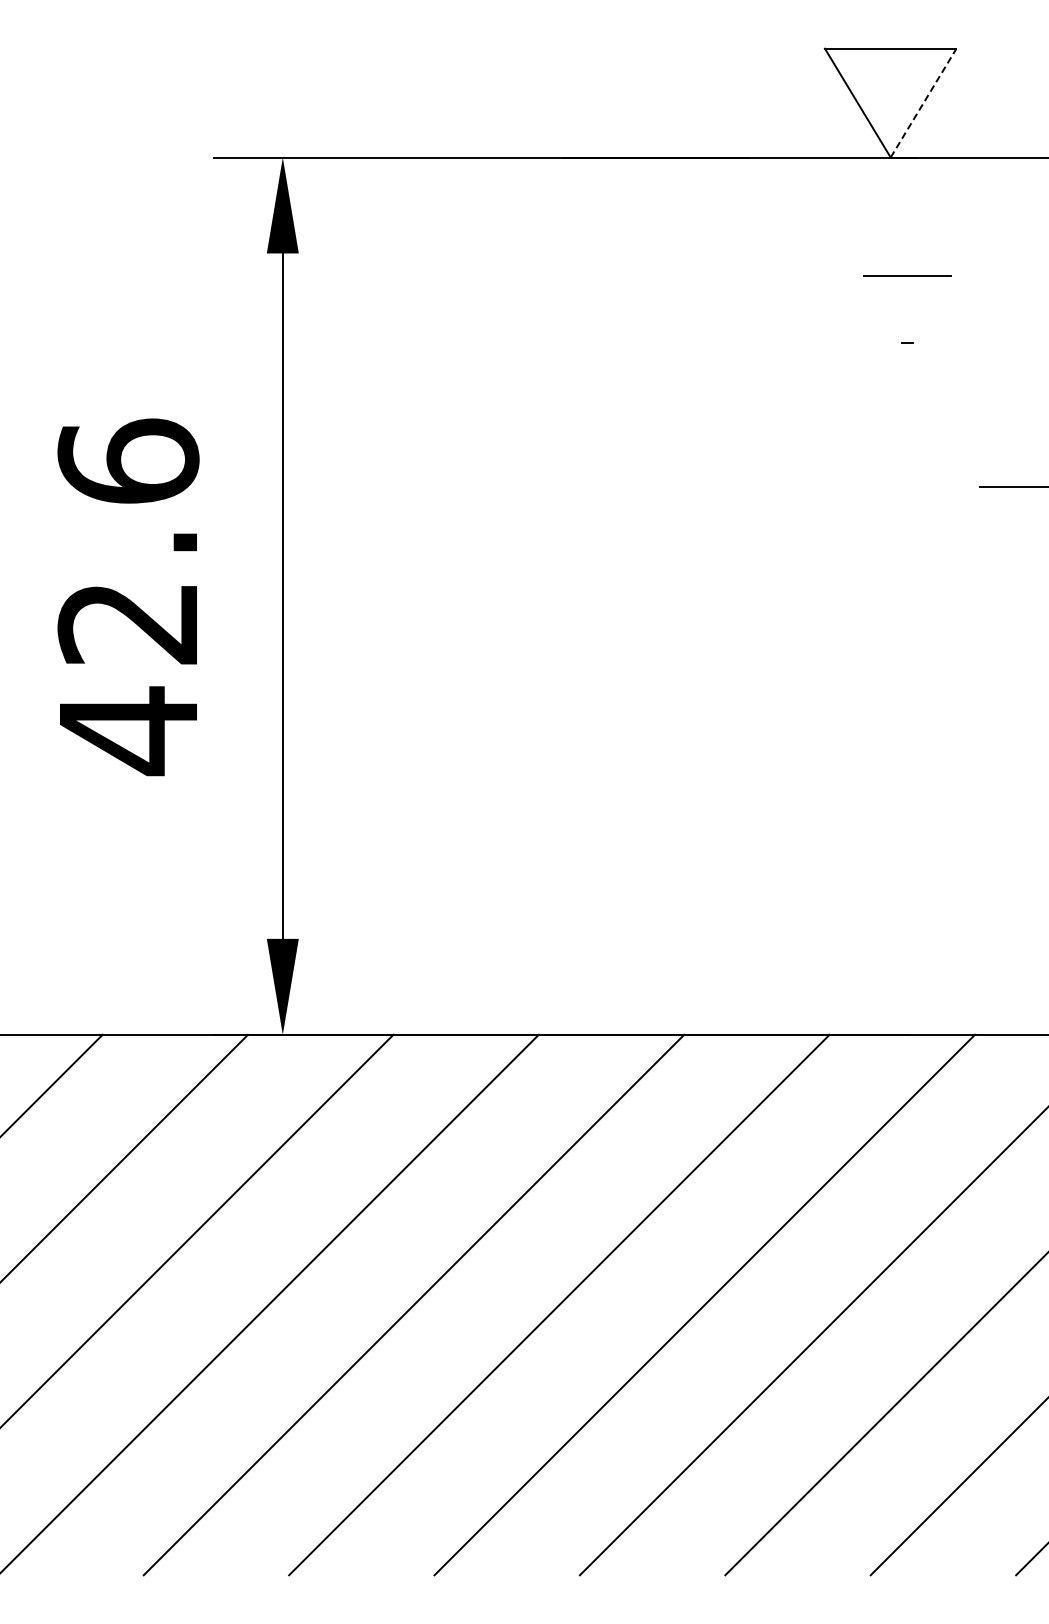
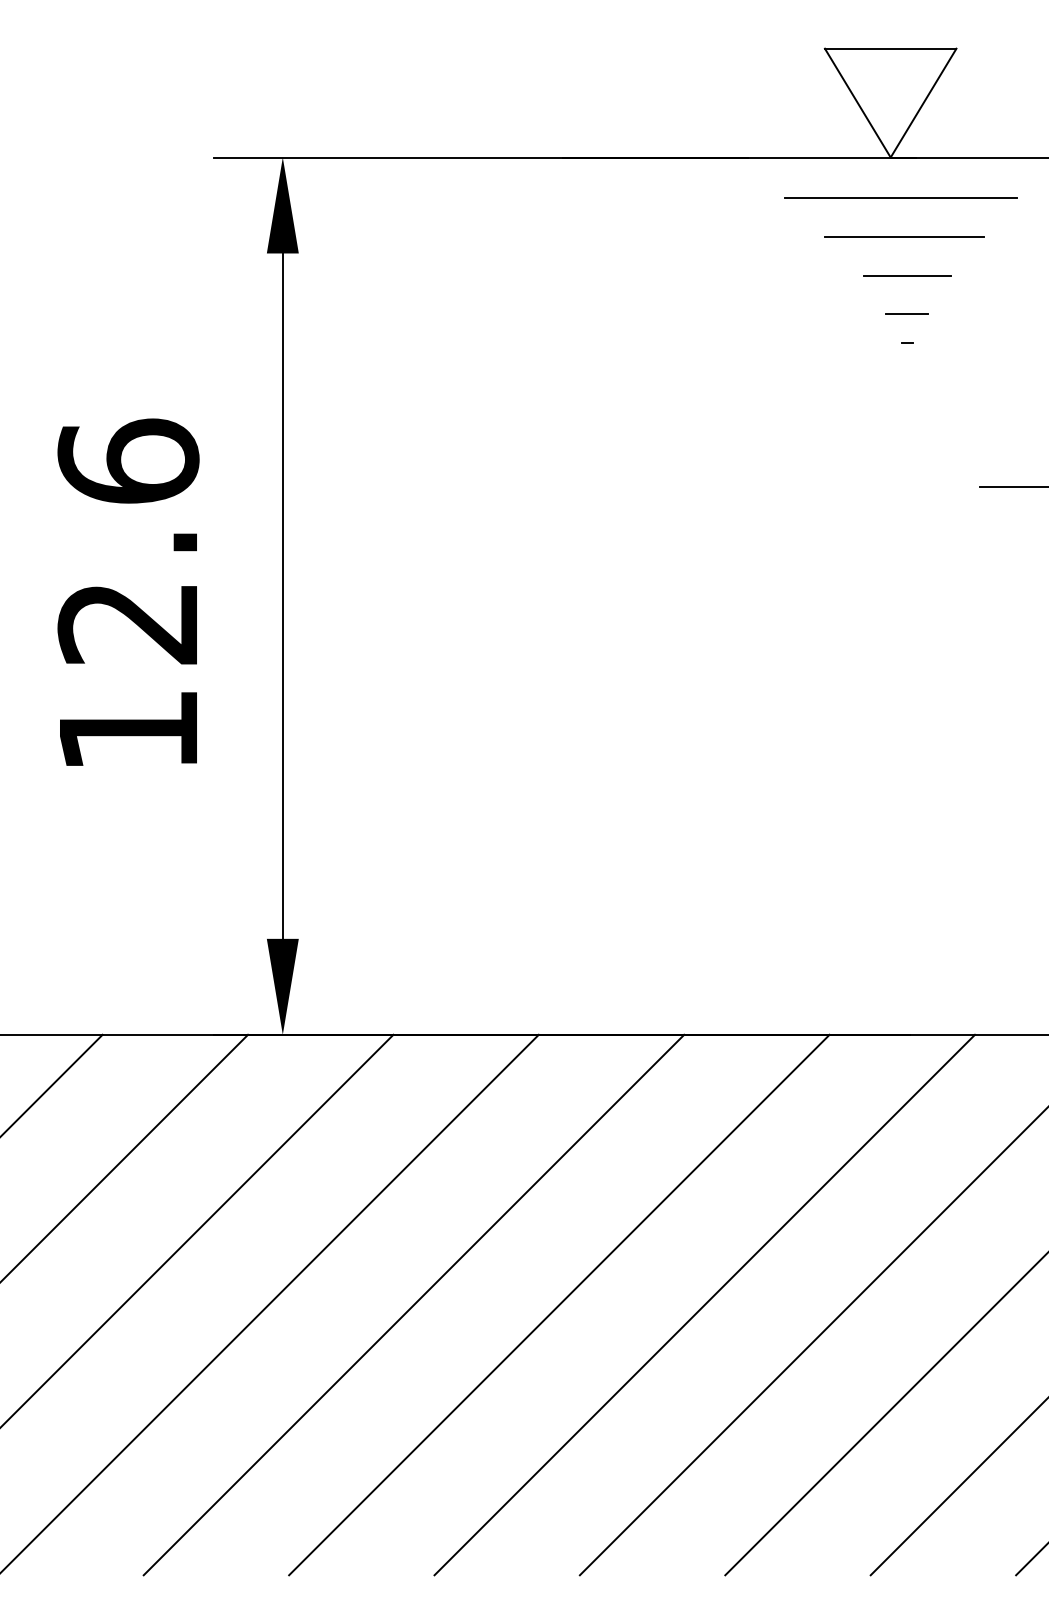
line at (923, 103): dashed -> solid
line at (900, 197): none -> present
line at (904, 236): none -> present
line at (906, 313): none -> present
text at (128, 731): 42.6 -> 12.6
